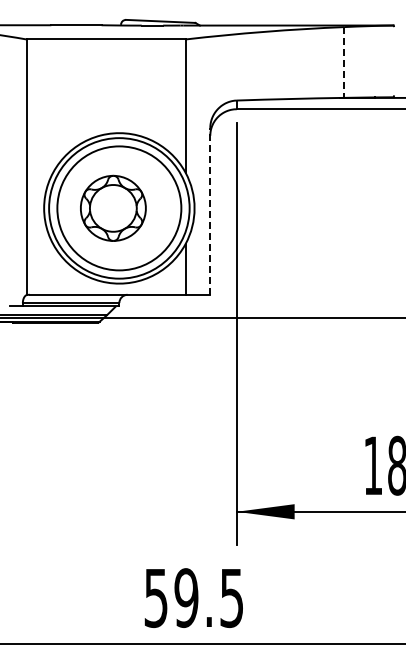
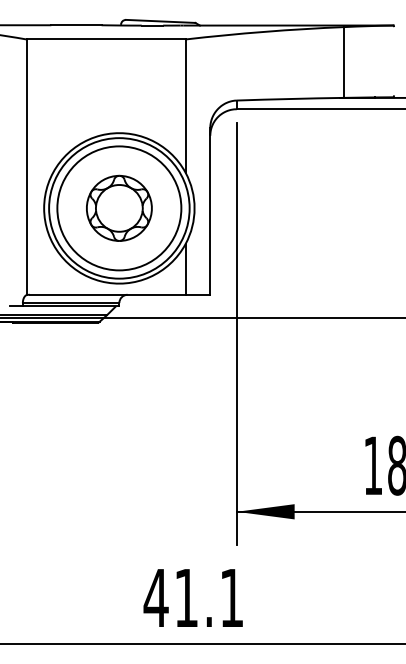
line at (344, 63): dashed -> solid
part at (113, 207) position: (113, 207) -> (119, 207)
line at (210, 210): dashed -> solid
text at (192, 598): 59.5 -> 41.1
